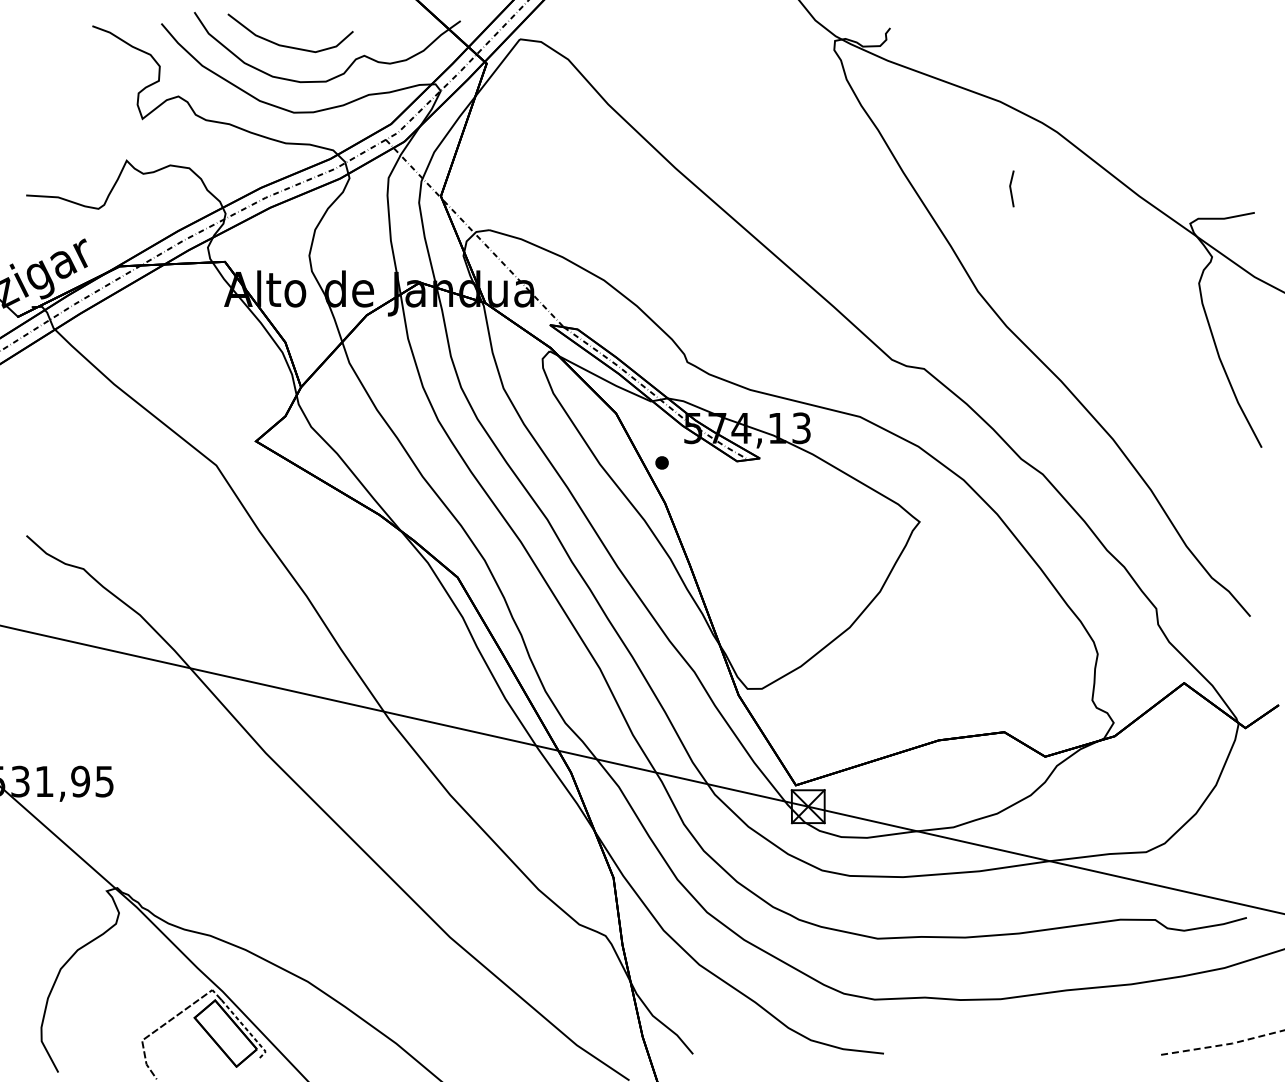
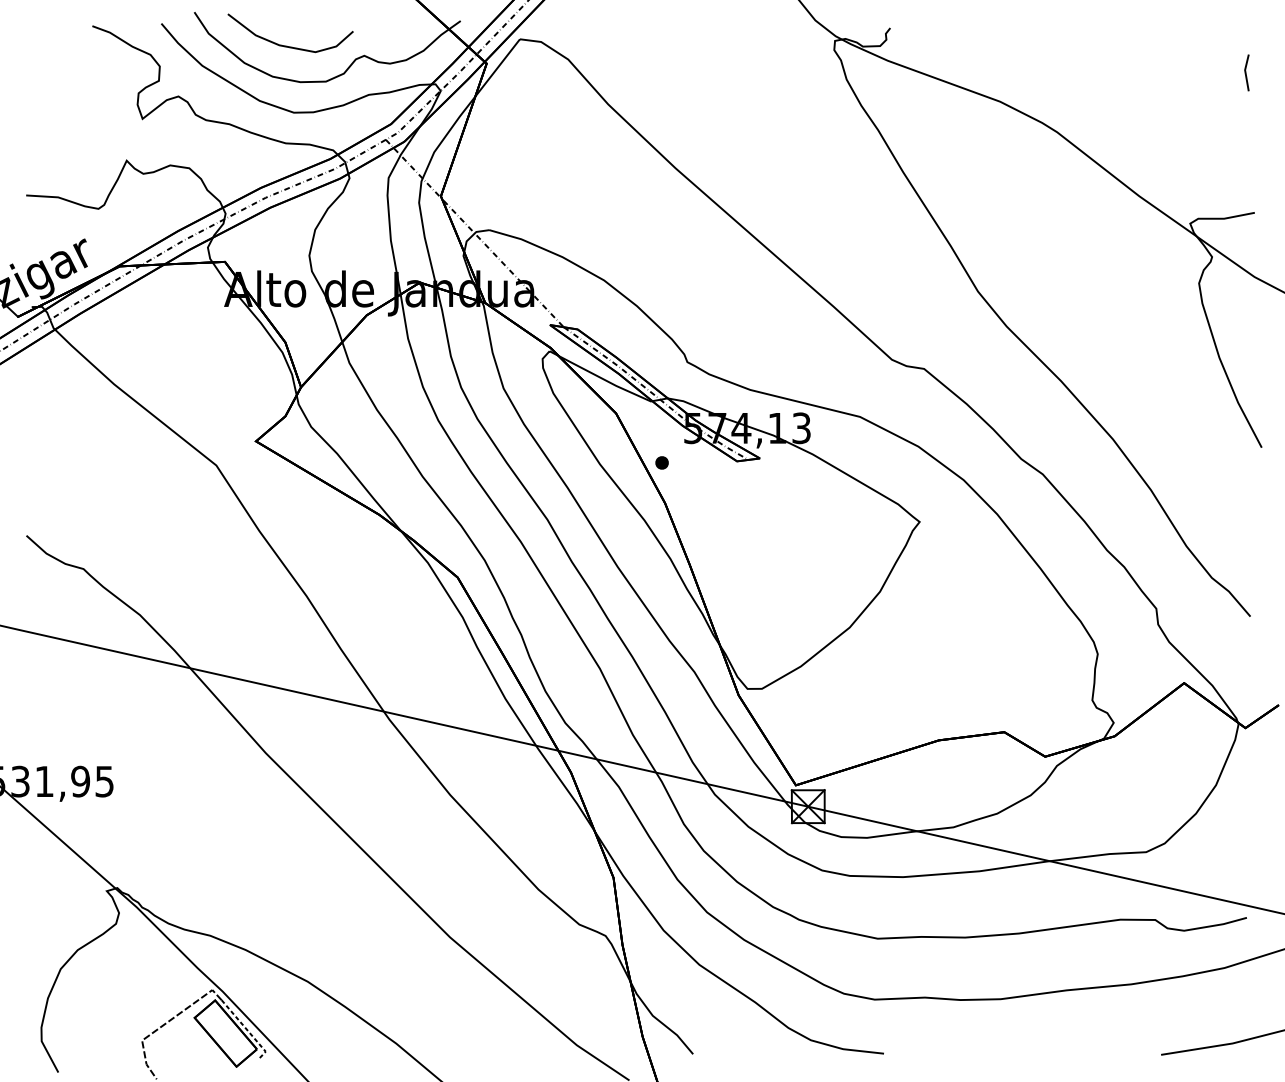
line at (1011, 188) position: (1011, 188) -> (1246, 72)
line at (1223, 1044): dashed -> solid
